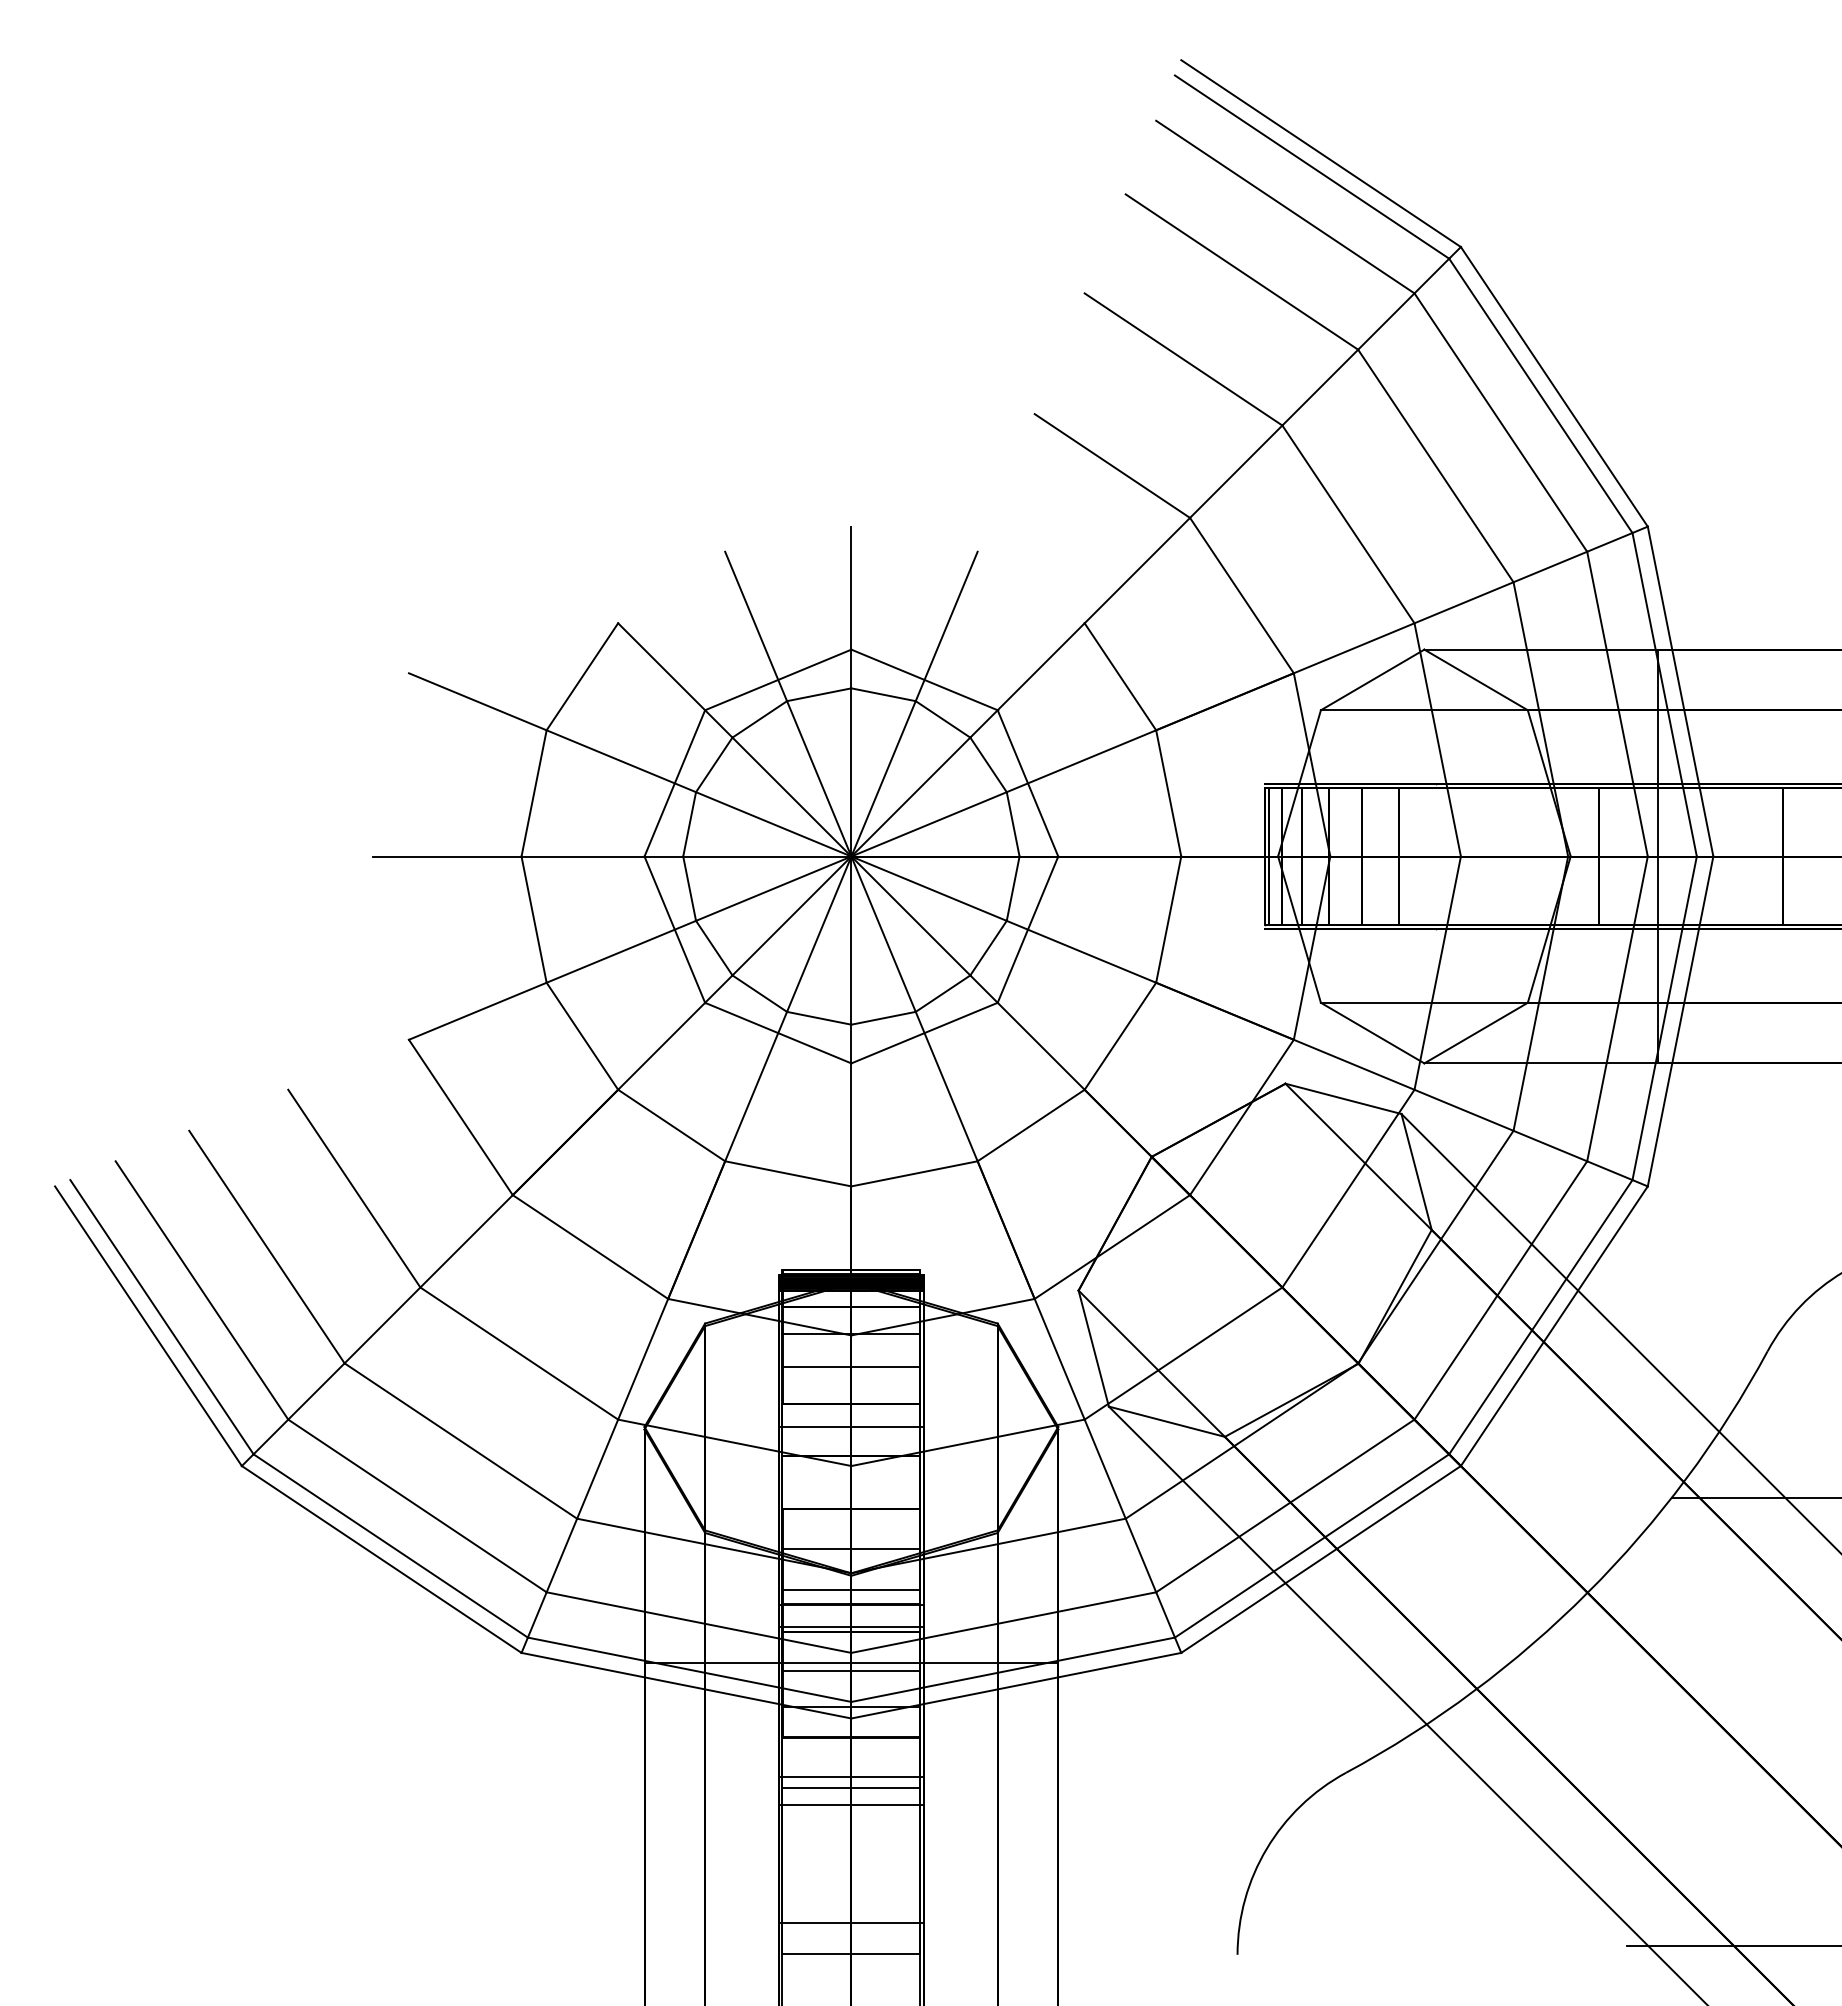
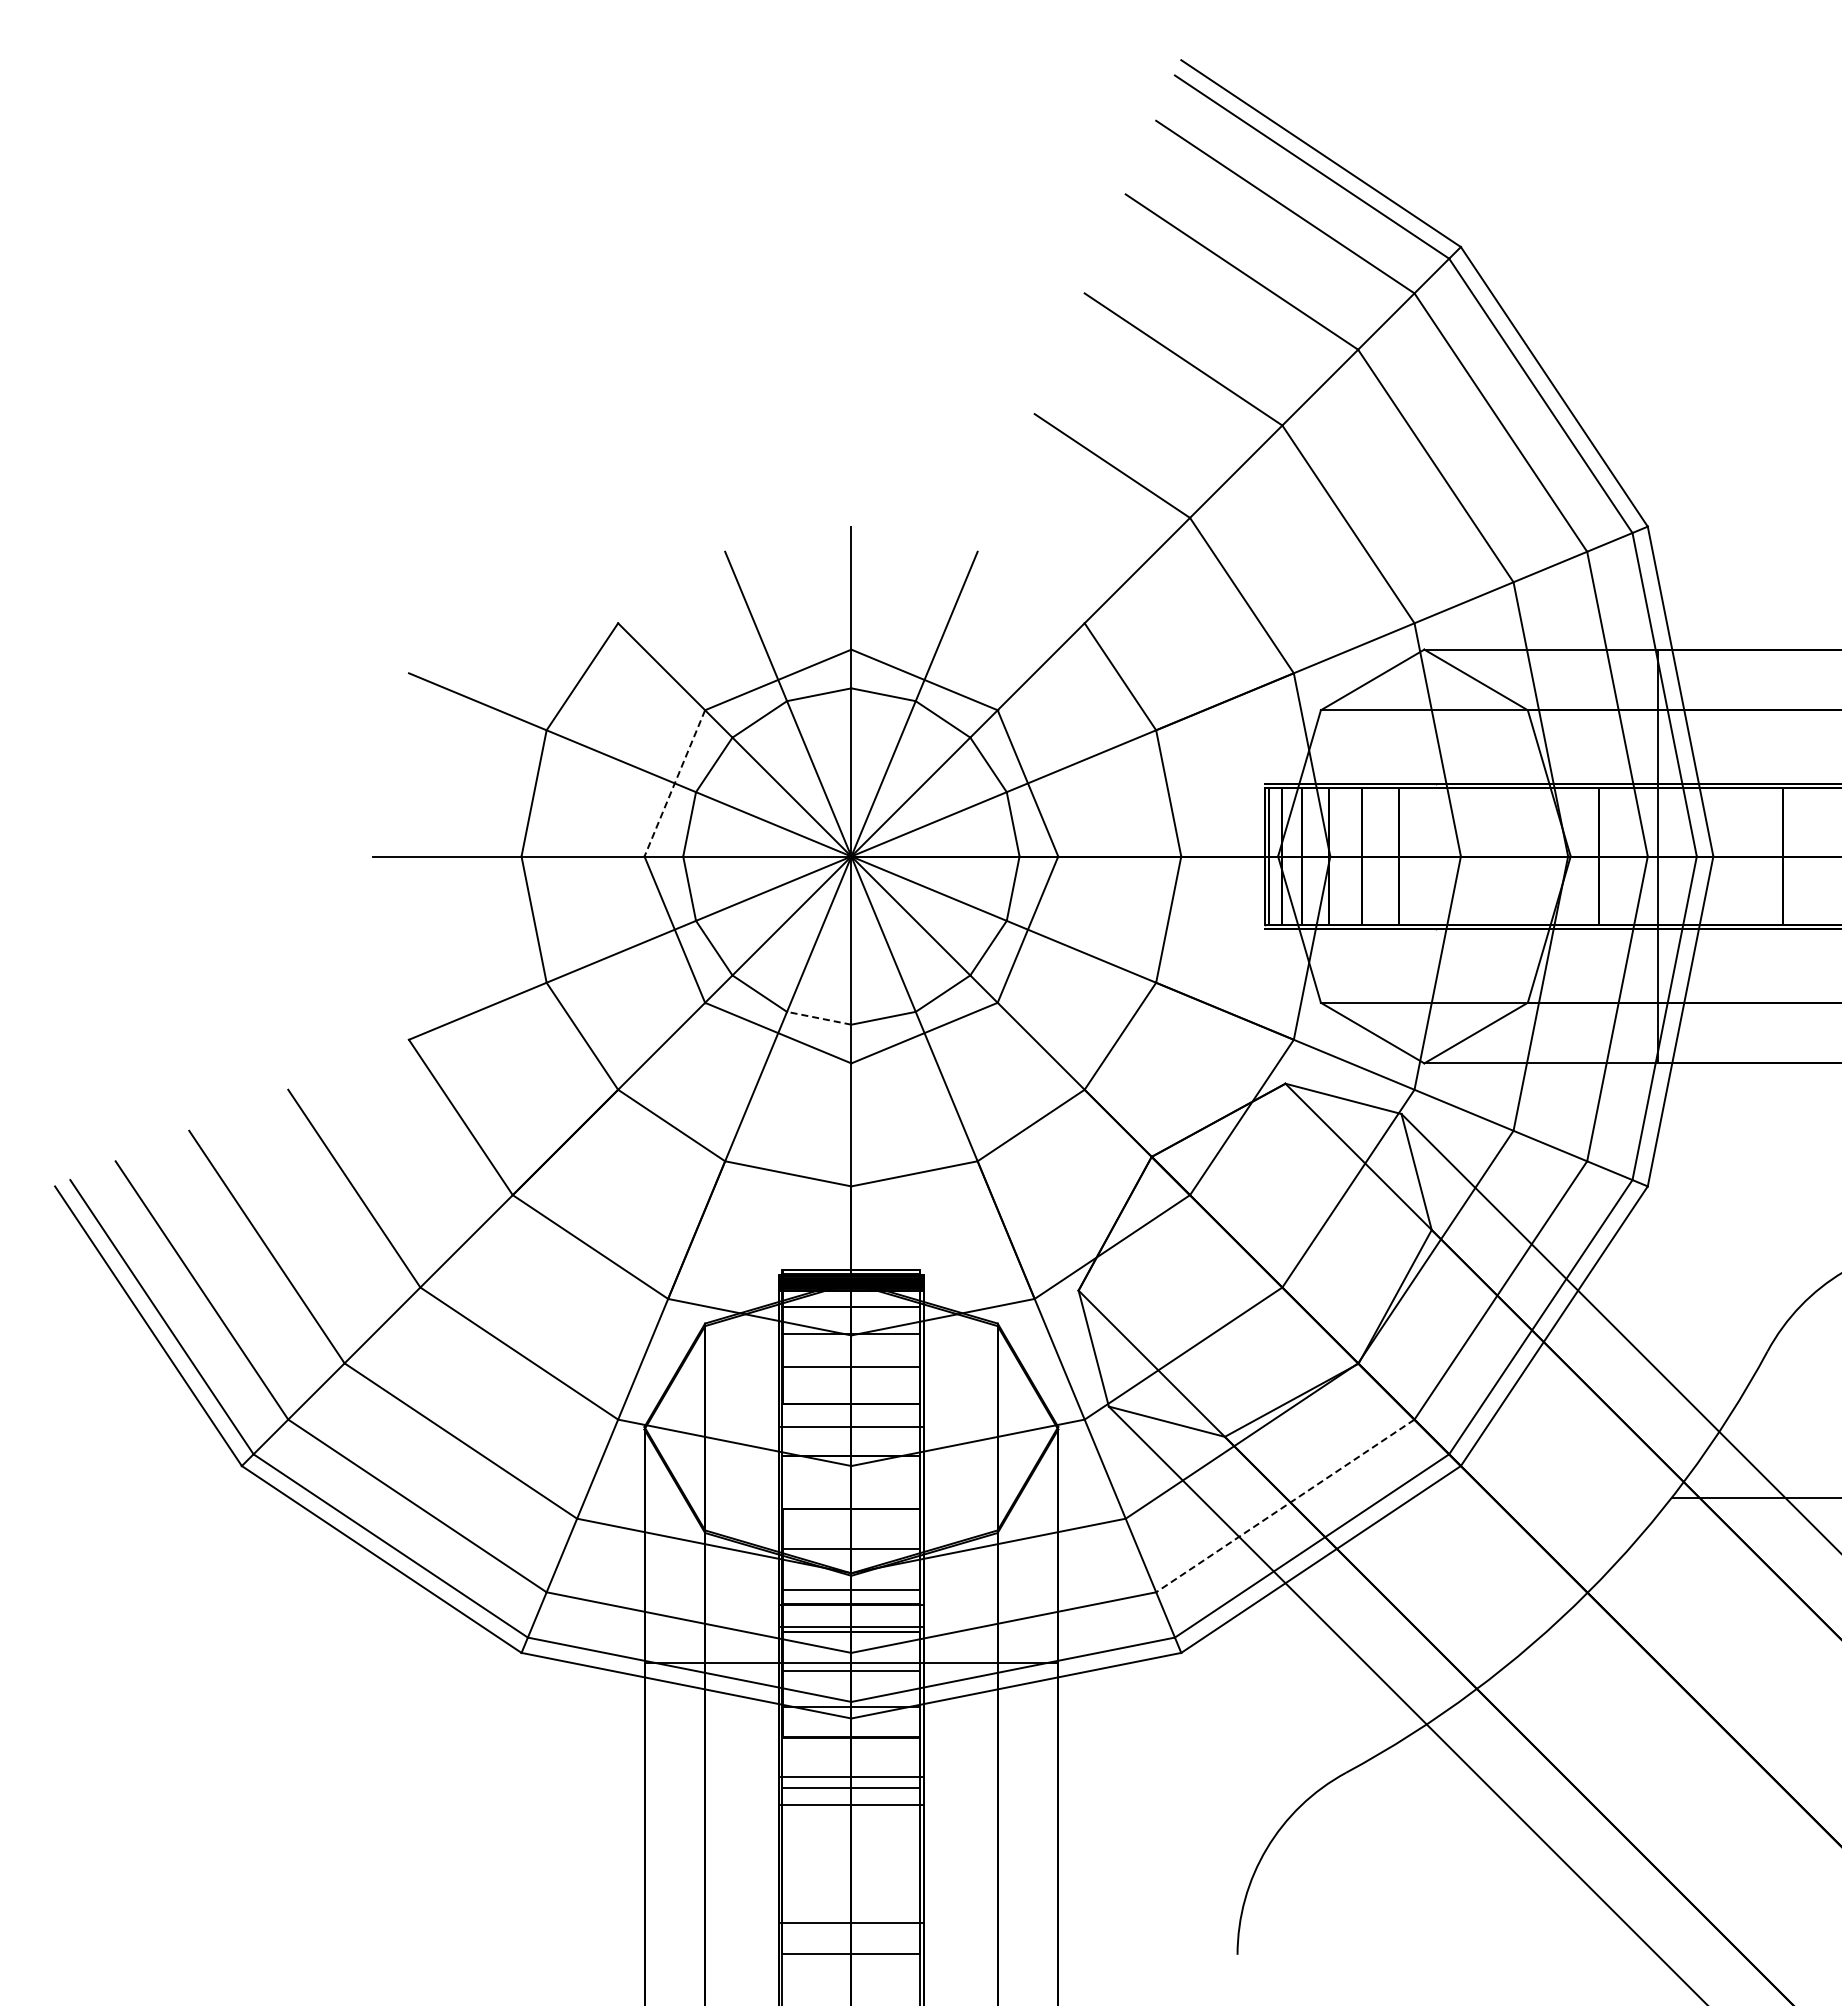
line at (674, 783): solid -> dashed
line at (819, 1018): solid -> dashed
line at (1284, 1506): solid -> dashed
line at (1732, 1945): present -> none
